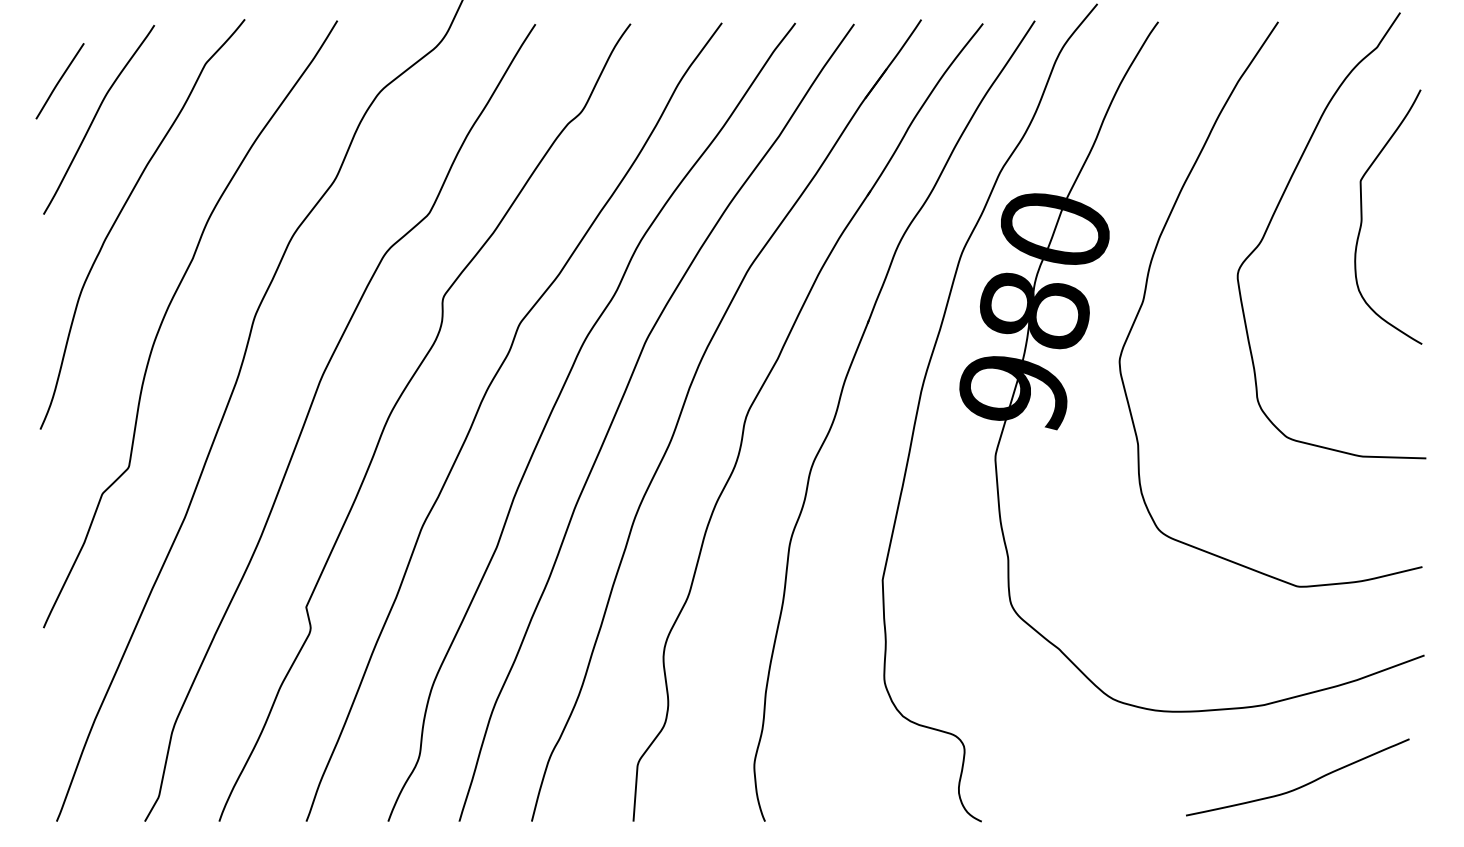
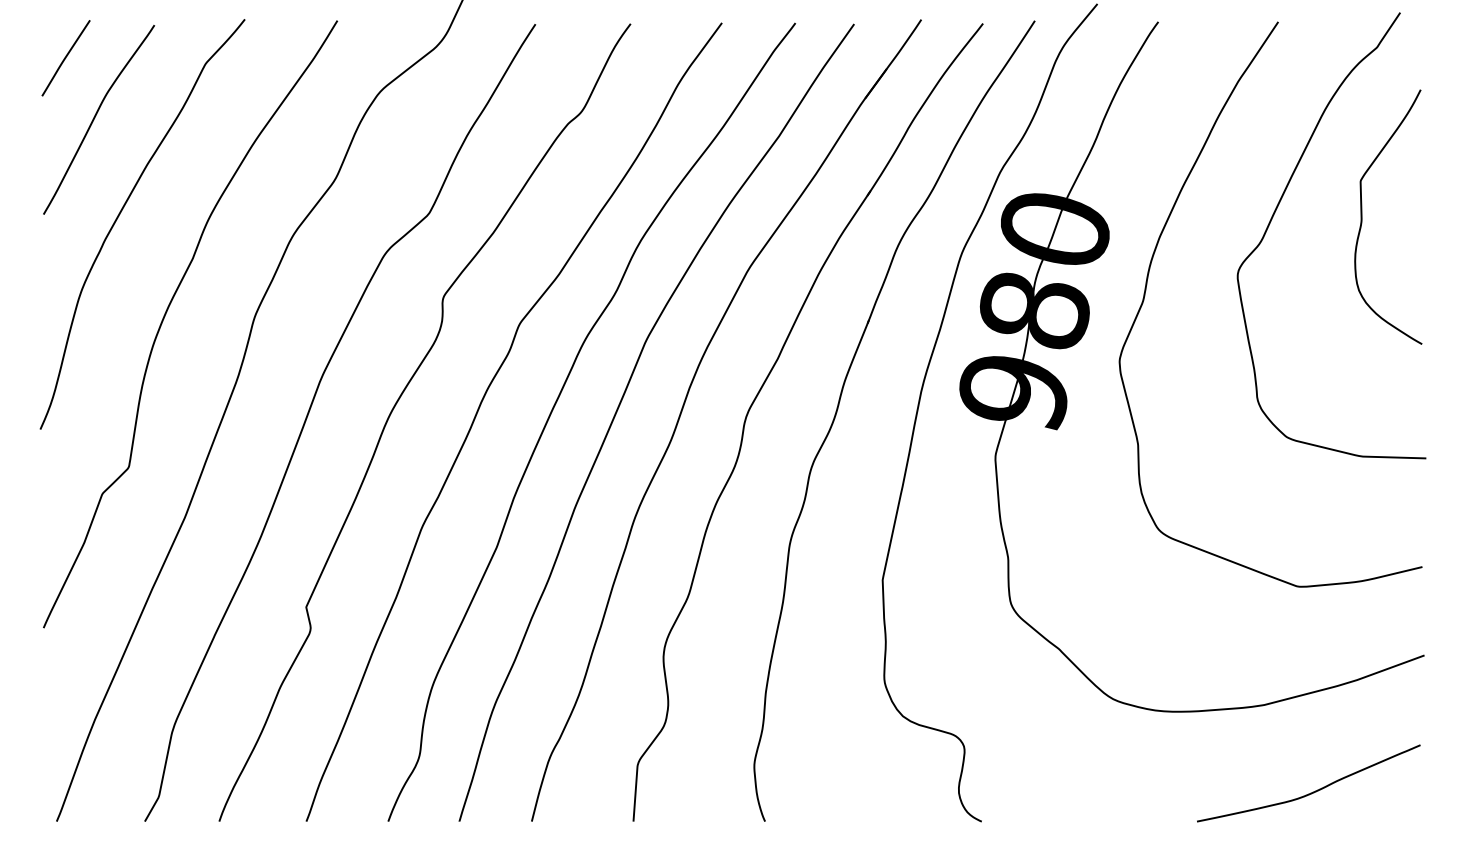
line at (59, 81) position: (59, 81) -> (65, 58)
curve at (1299, 786) position: (1299, 786) -> (1310, 792)
